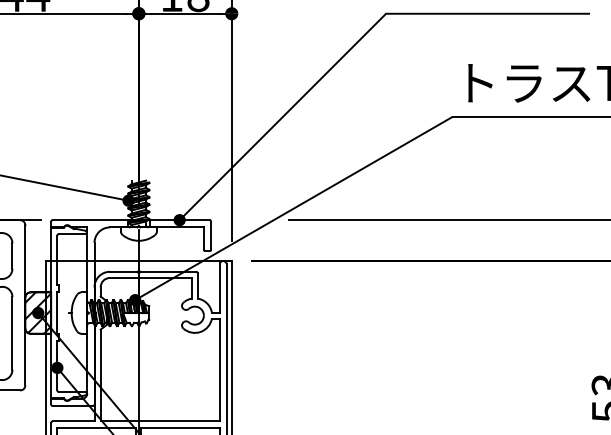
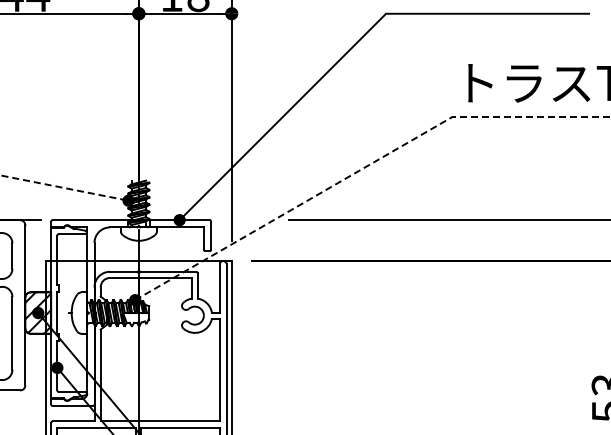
line at (362, 168): solid -> dashed
line at (64, 188): solid -> dashed
